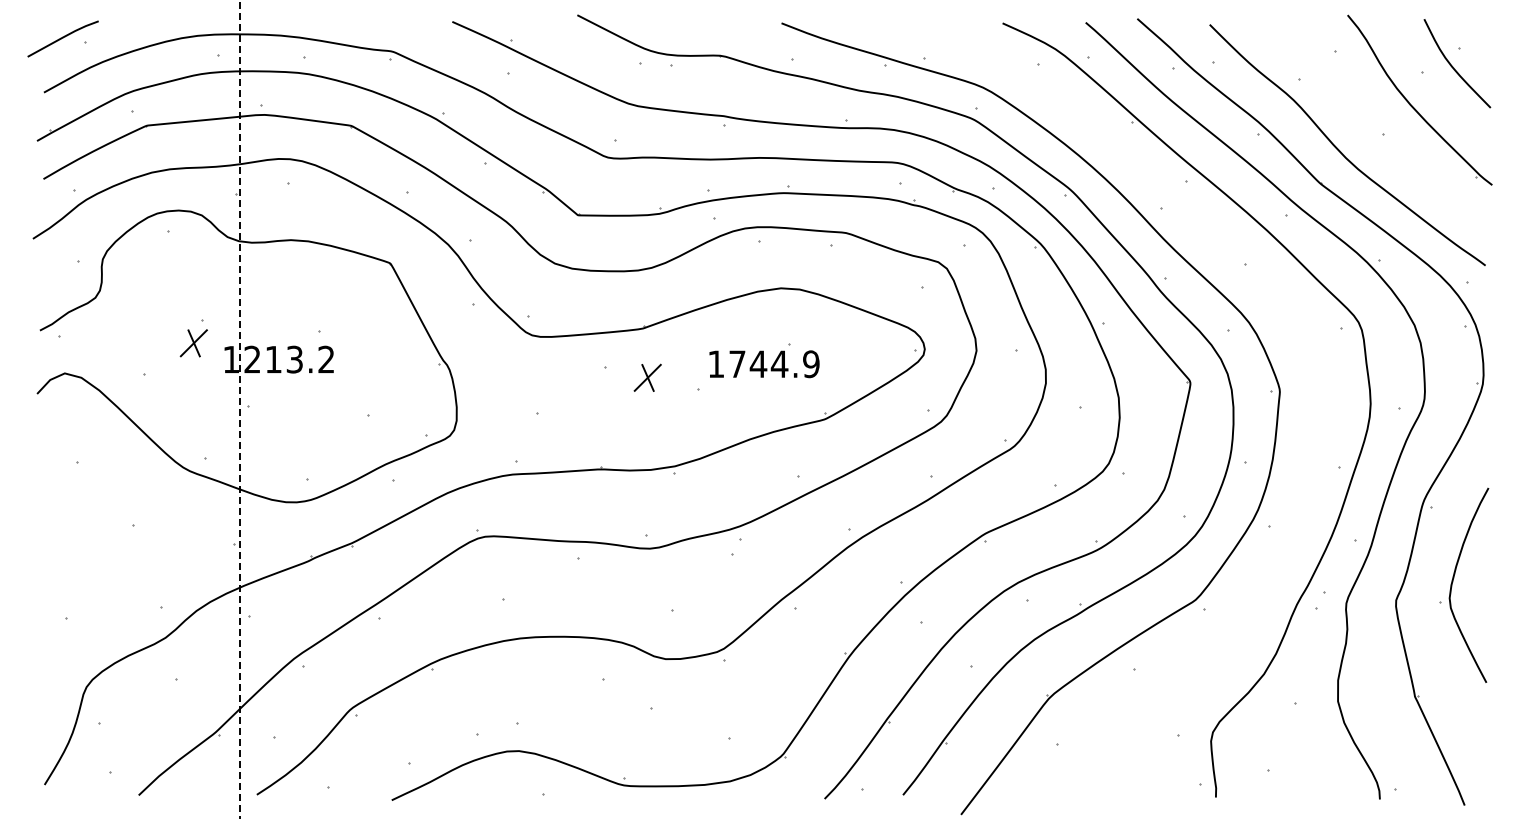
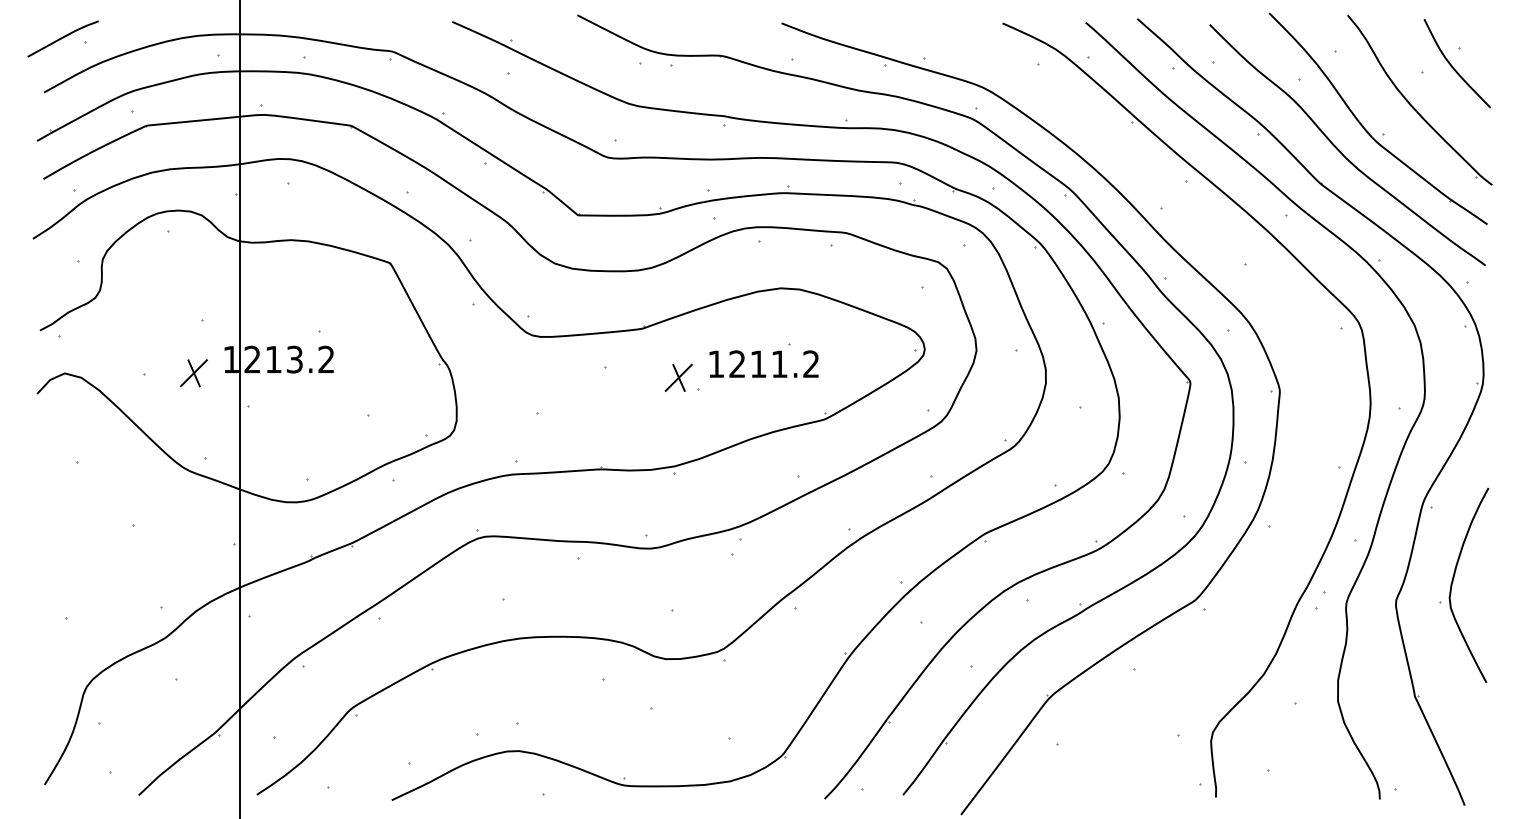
part at (1366, 129): none -> present
part at (193, 343) position: (193, 343) -> (193, 373)
text at (774, 364): 1744.9 -> 1211.2
part at (647, 377) position: (647, 377) -> (678, 377)
line at (240, 408): dashed -> solid
